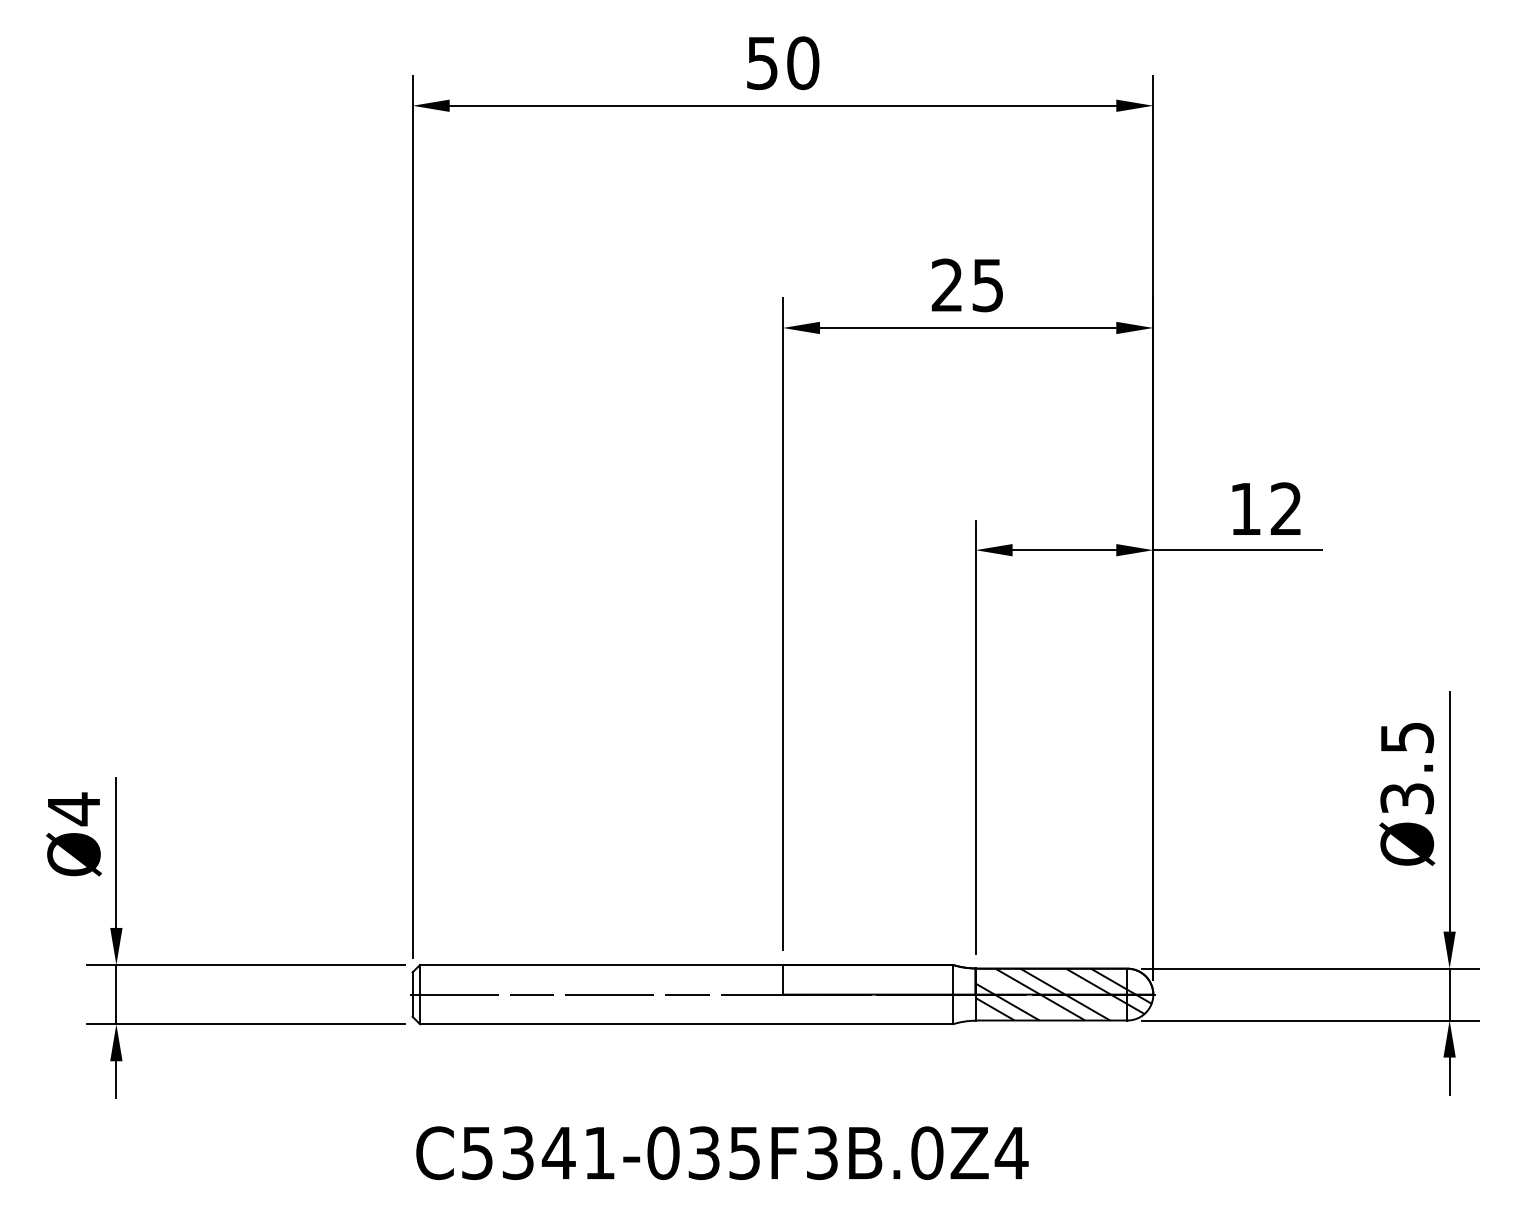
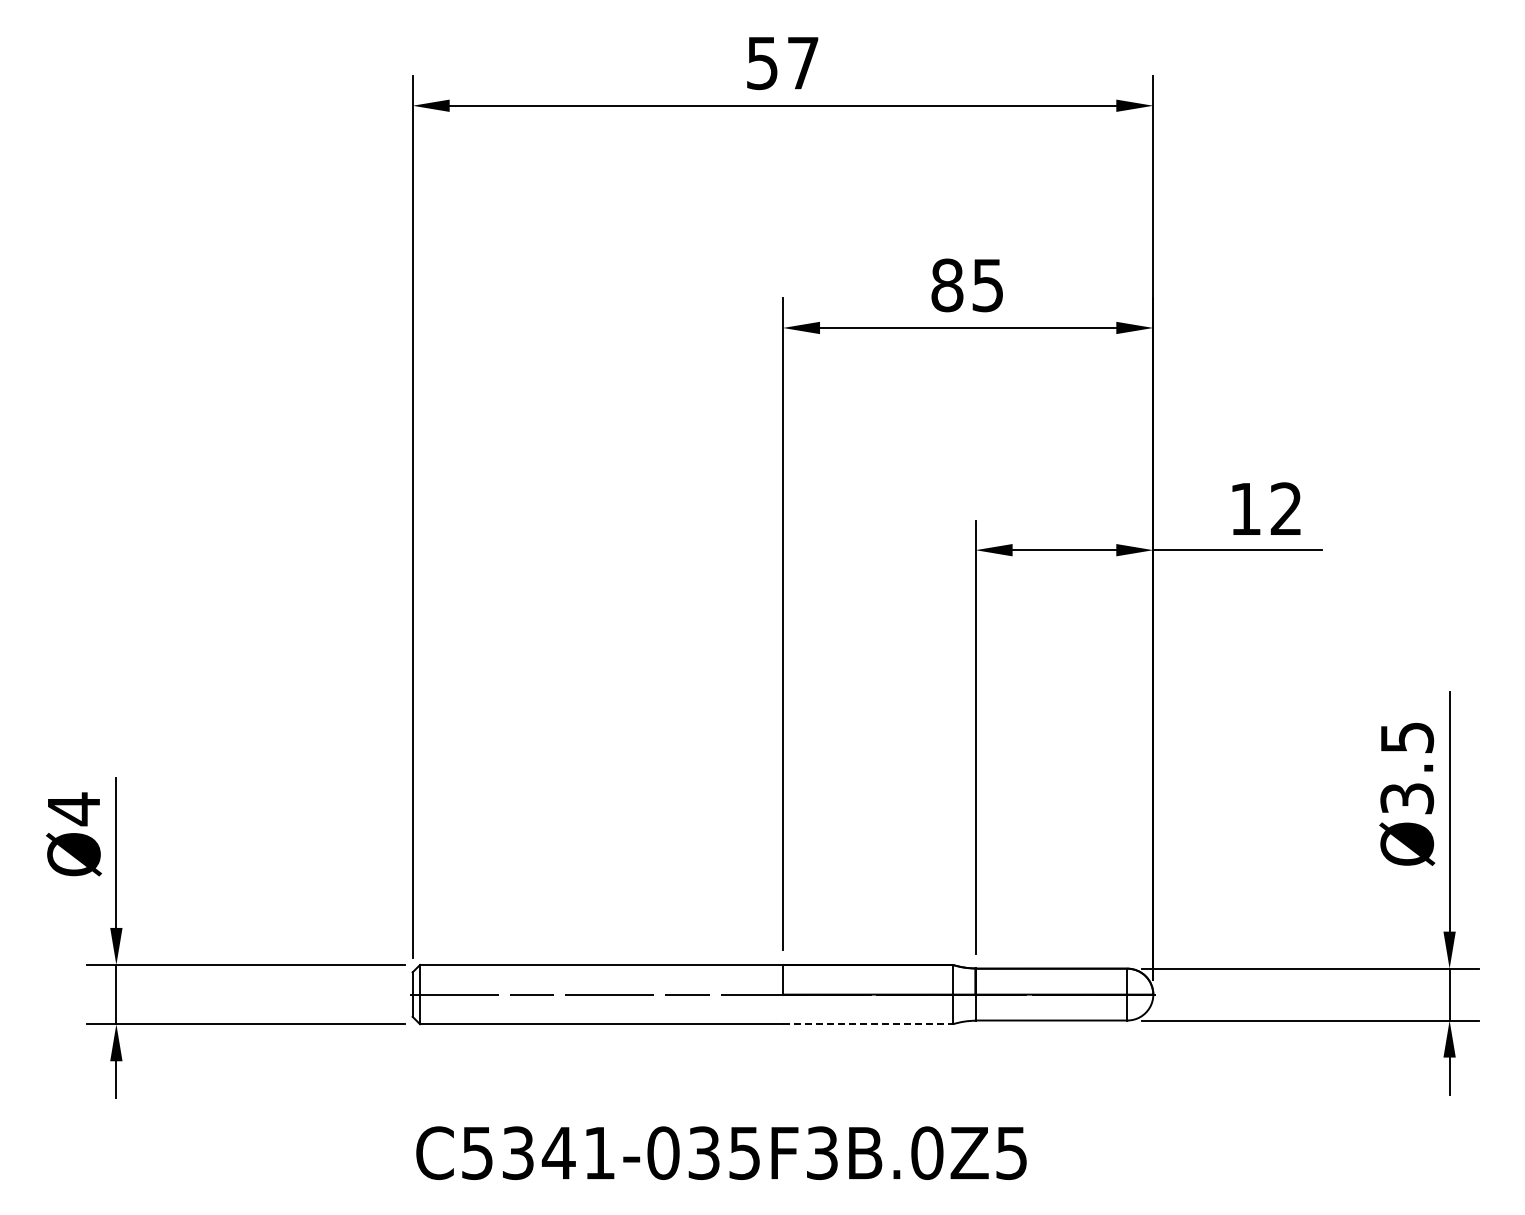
text at (803, 63): 50 -> 57
text at (947, 285): 25 -> 85
hatch at (1063, 994): present -> none
line at (868, 1024): solid -> dashed
text at (1011, 1153): C5341-035F3B.0Z4 -> C5341-035F3B.0Z5
